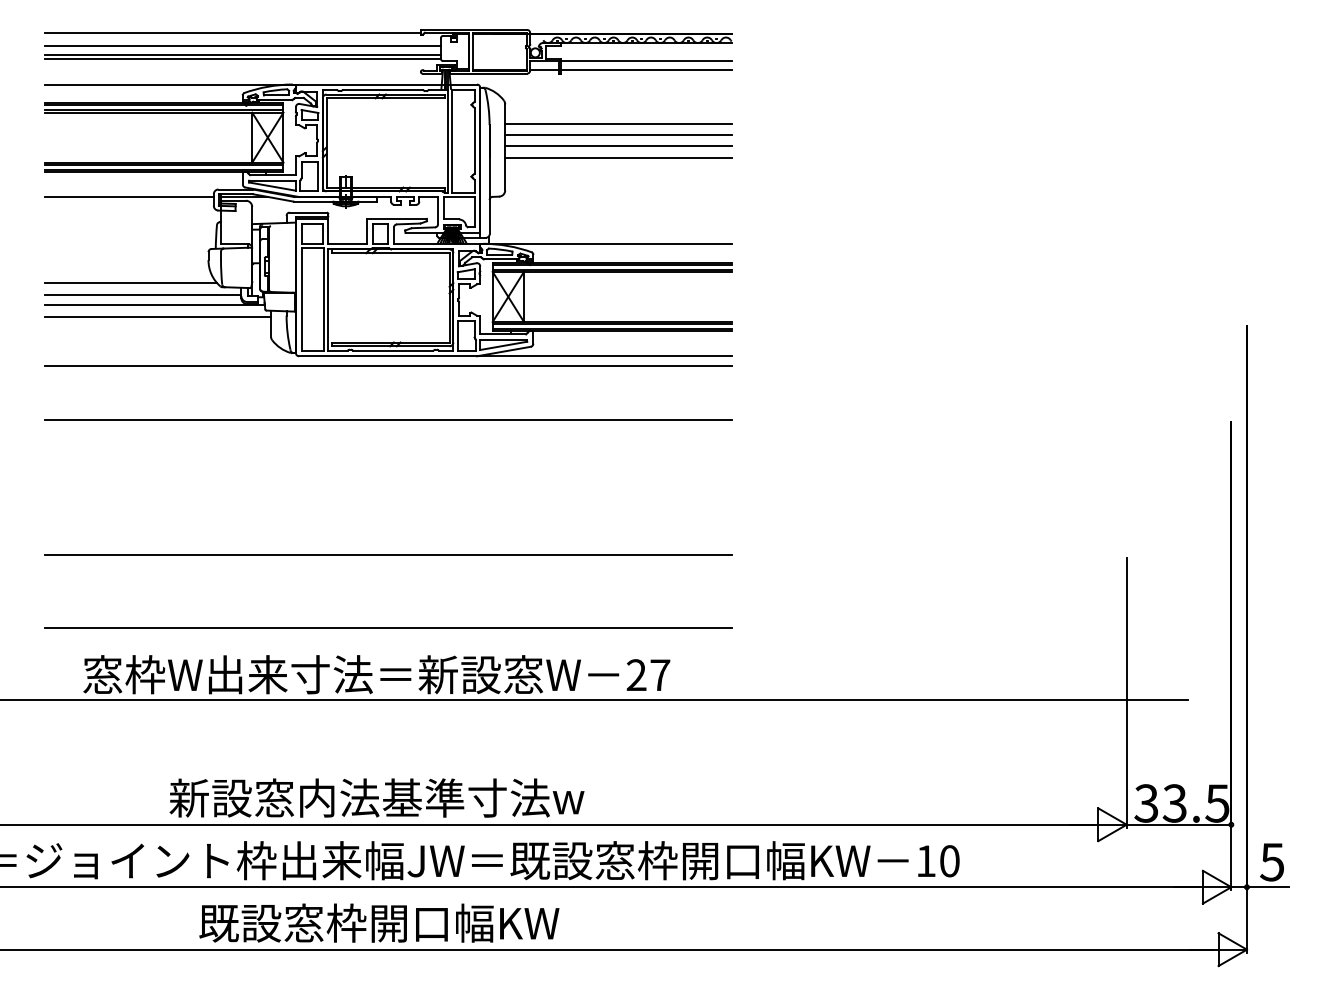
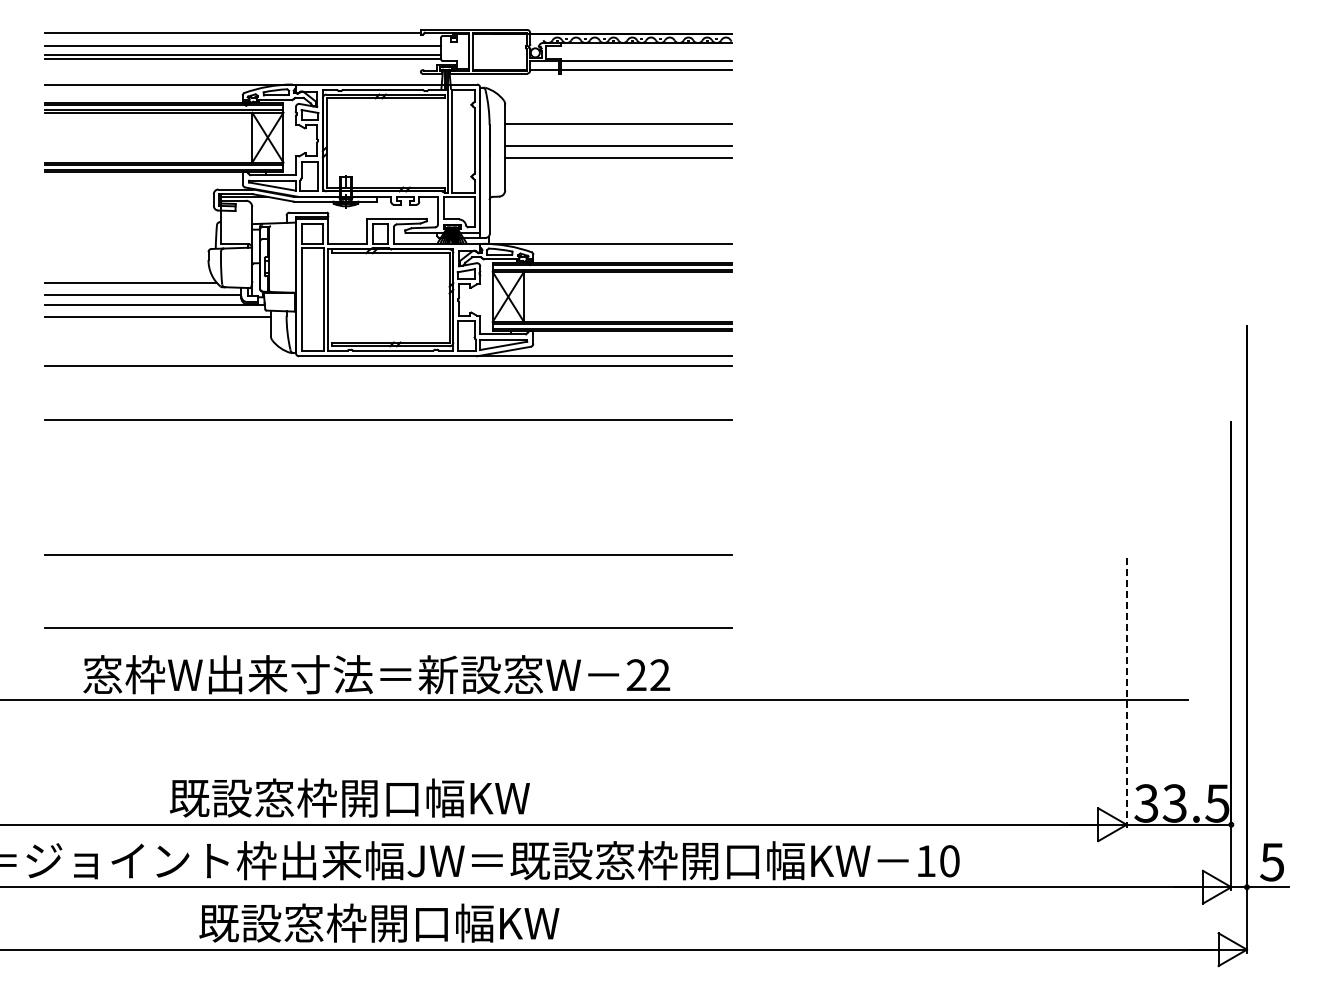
line at (618, 135): present -> none
line at (128, 197): present -> none
text at (660, 674): 27 -> 22
line at (1126, 693): solid -> dashed
text at (376, 797): 新設窓内法基準寸法w -> 既設窓枠開口幅KW
